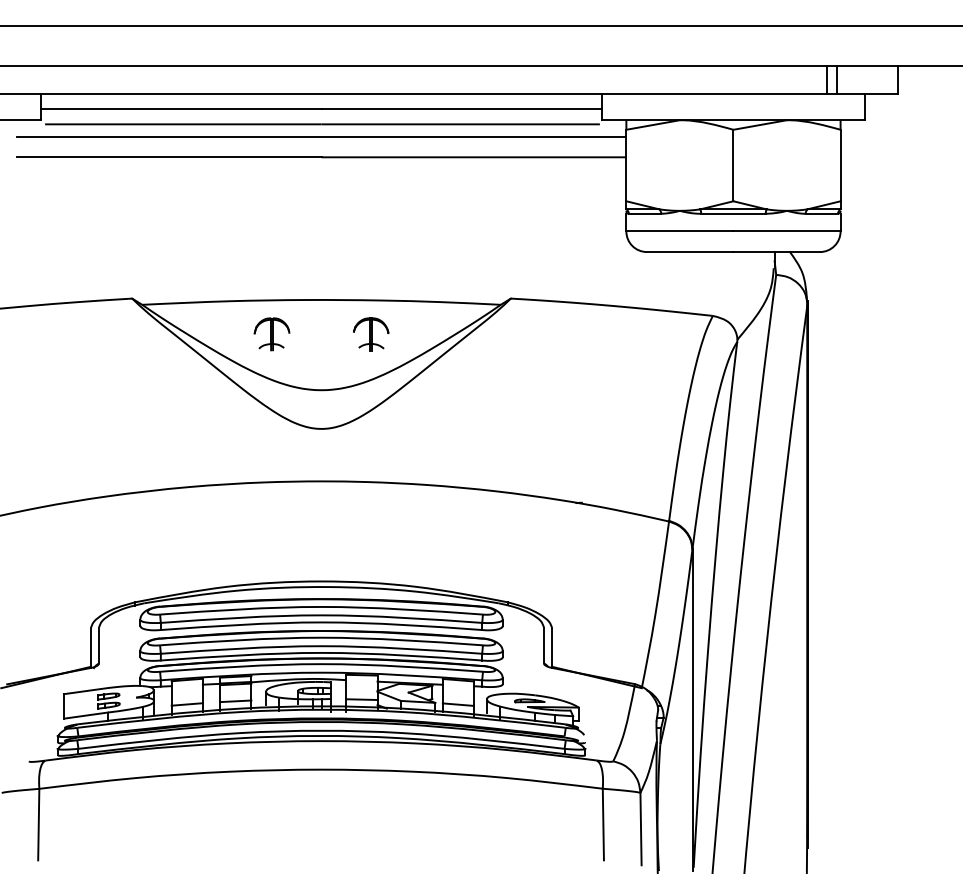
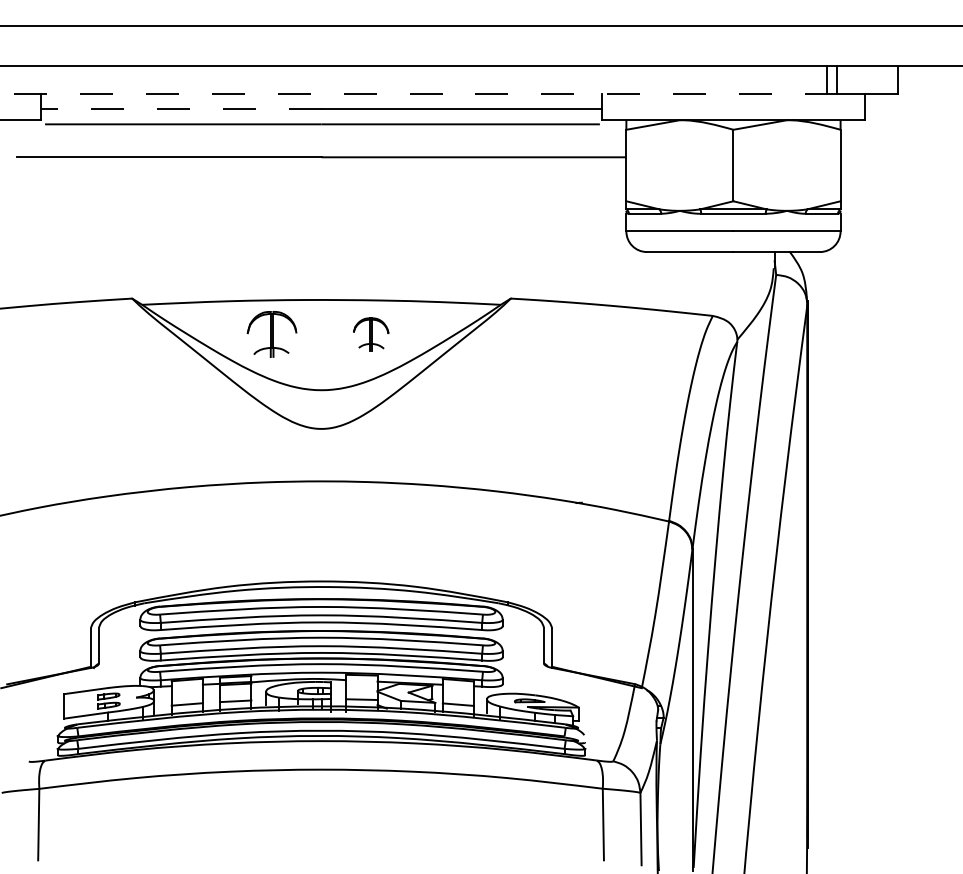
line at (413, 93): solid -> dashed
line at (180, 108): solid -> dashed
line at (321, 136): present -> none
part at (271, 334) size: 38x35 px -> 52x47 px
